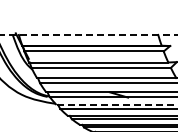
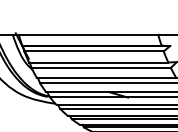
line at (88, 34): dashed -> solid
line at (117, 104): dashed -> solid
